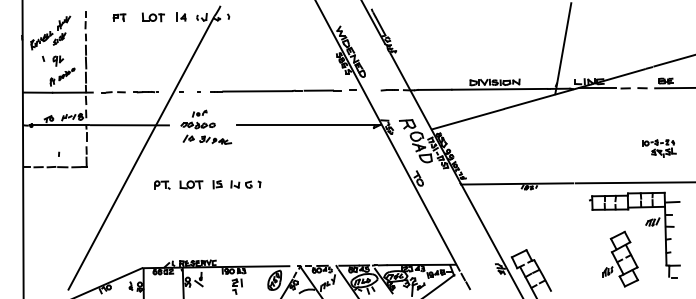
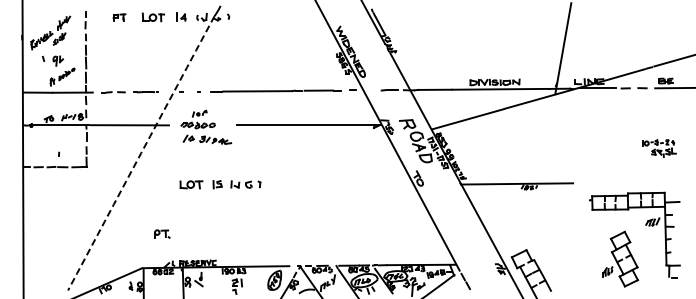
arc at (141, 153): solid -> dashed
line at (633, 182): present -> none
part at (162, 184) position: (162, 184) -> (162, 233)
